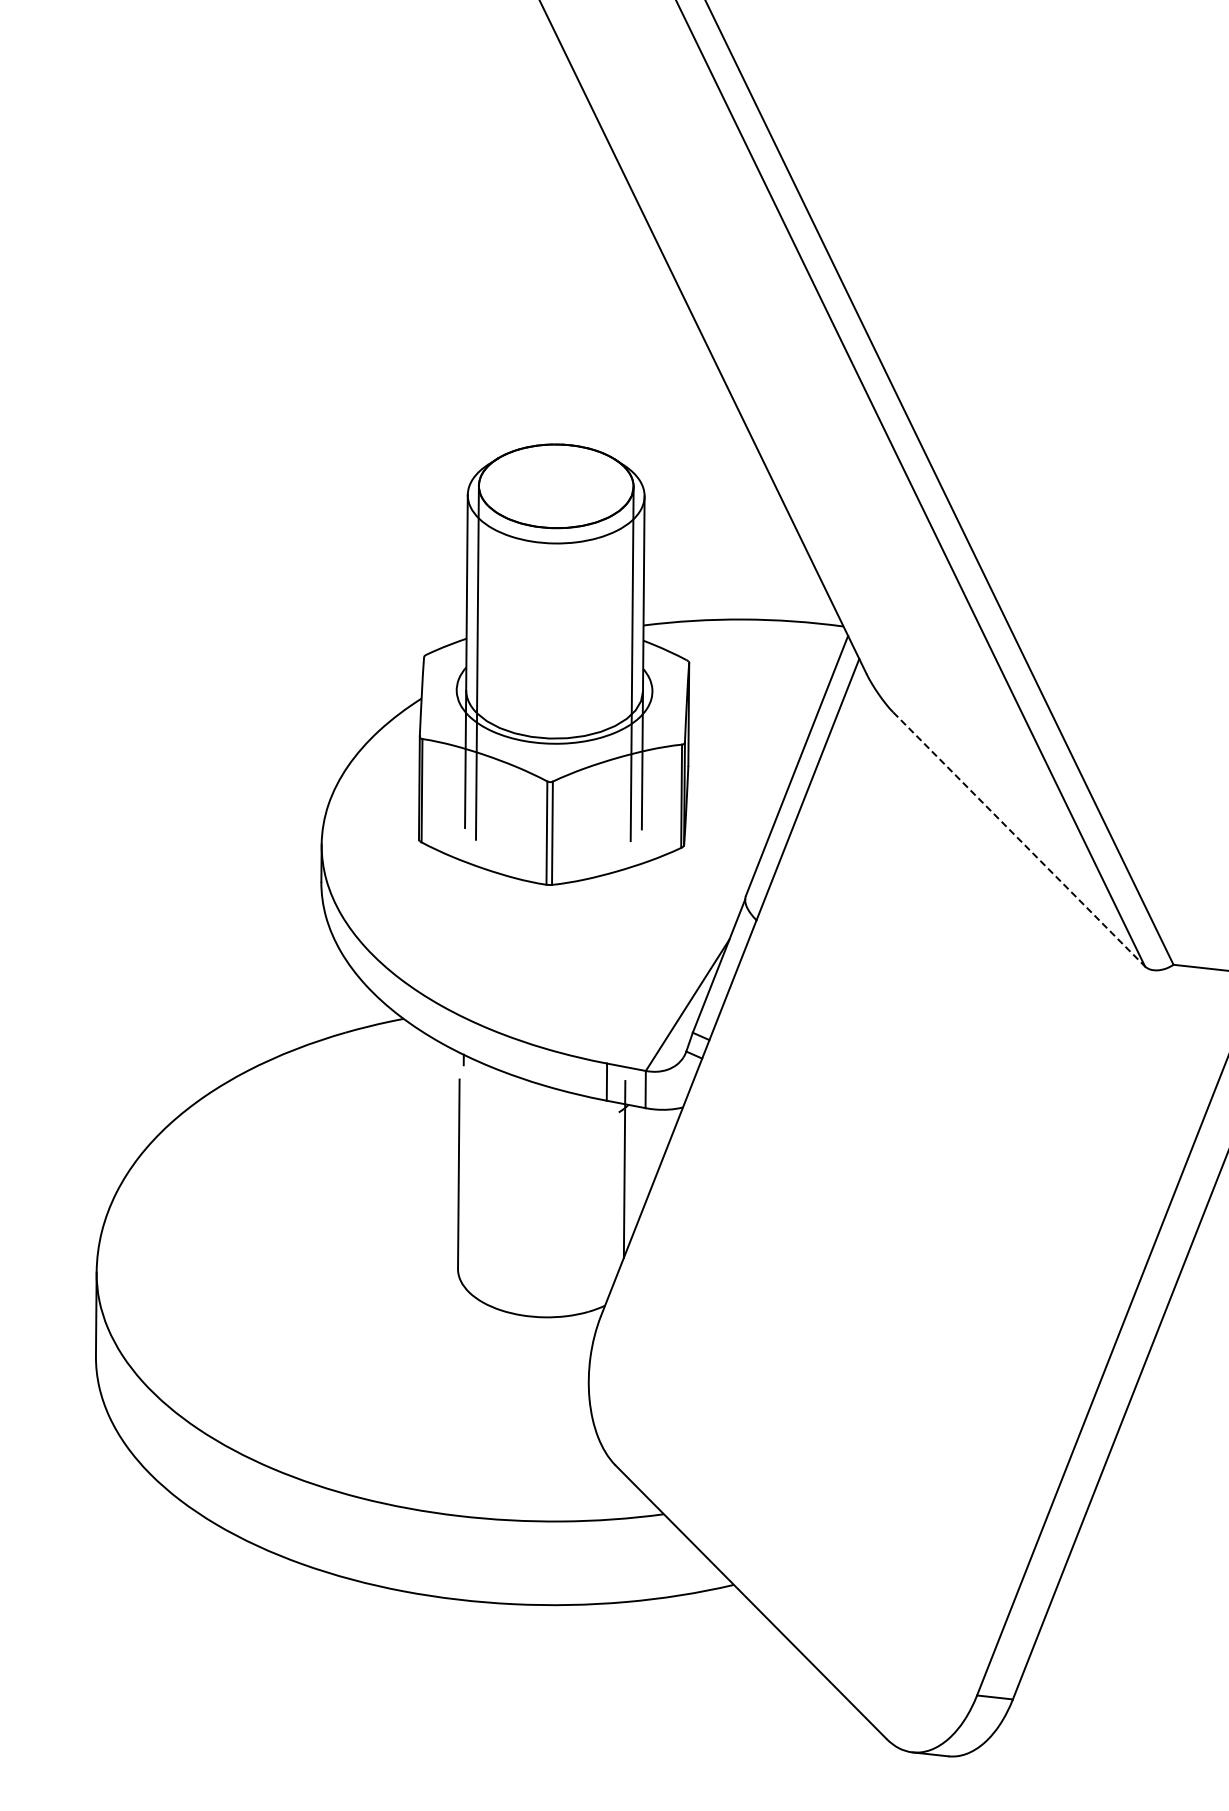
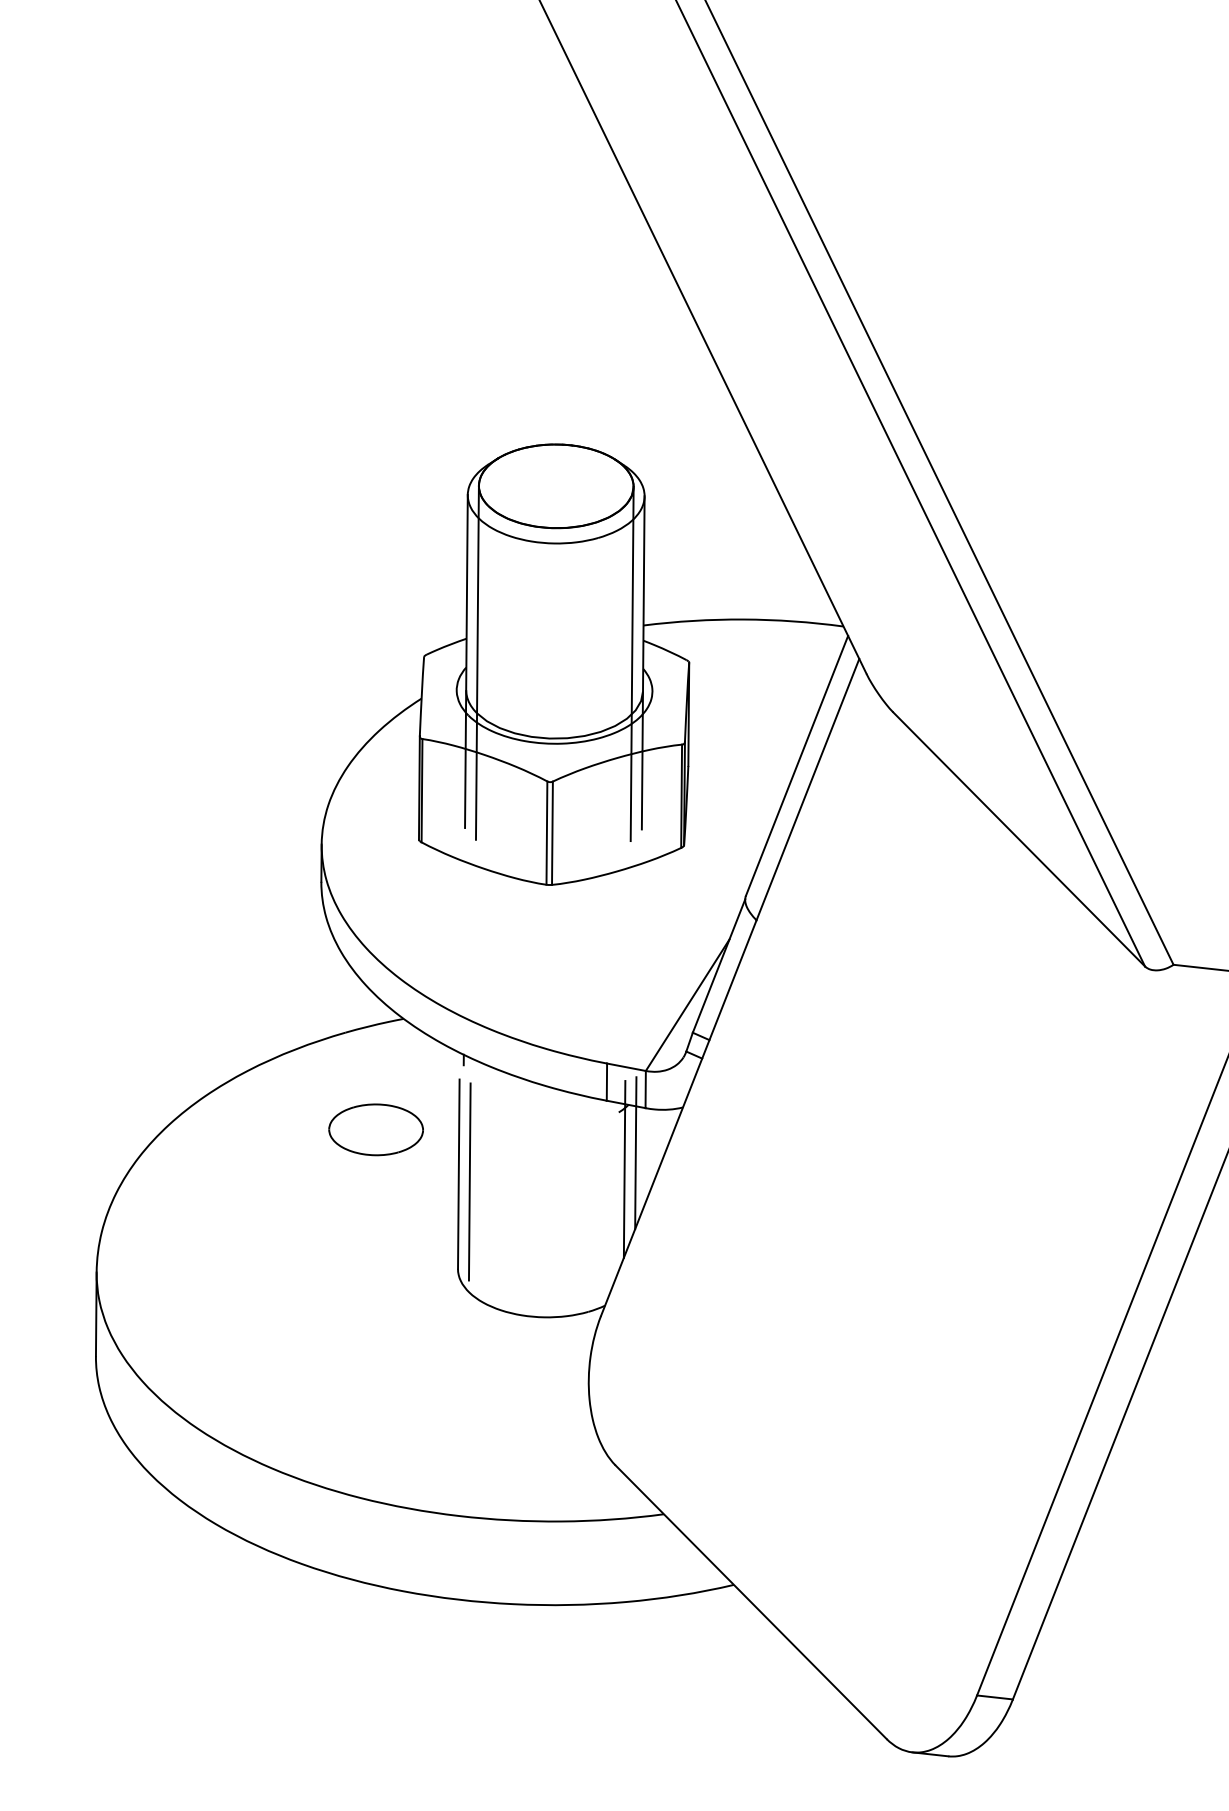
line at (1019, 839): dashed -> solid
part at (375, 1129): none -> present
line at (635, 1153): none -> present
line at (469, 1181): none -> present
